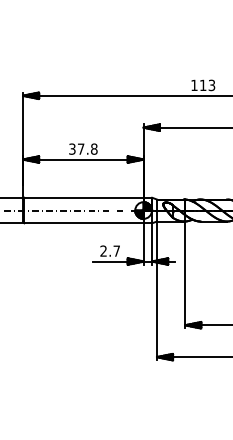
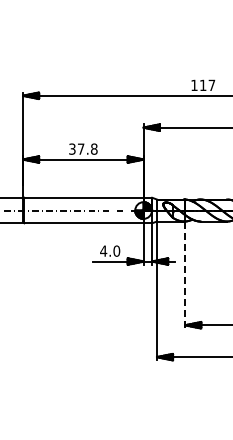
text at (211, 85): 113 -> 117
text at (110, 250): 2.7 -> 4.0
line at (185, 275): solid -> dashed
